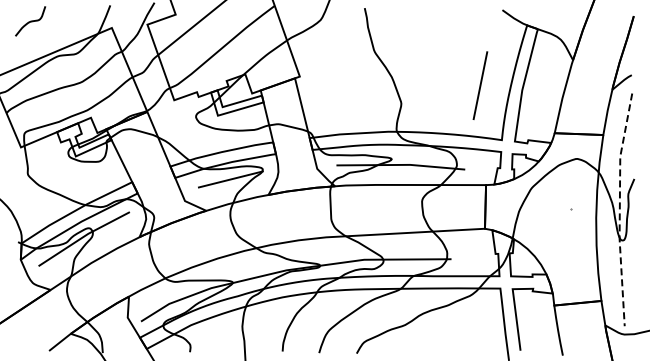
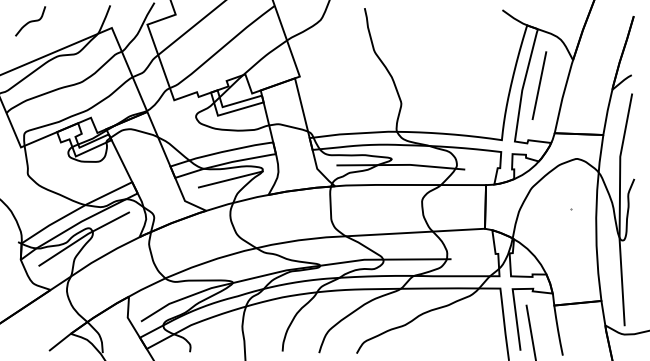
line at (480, 85) position: (480, 85) -> (539, 85)
line at (619, 209): dashed -> solid
line at (530, 331): none -> present
